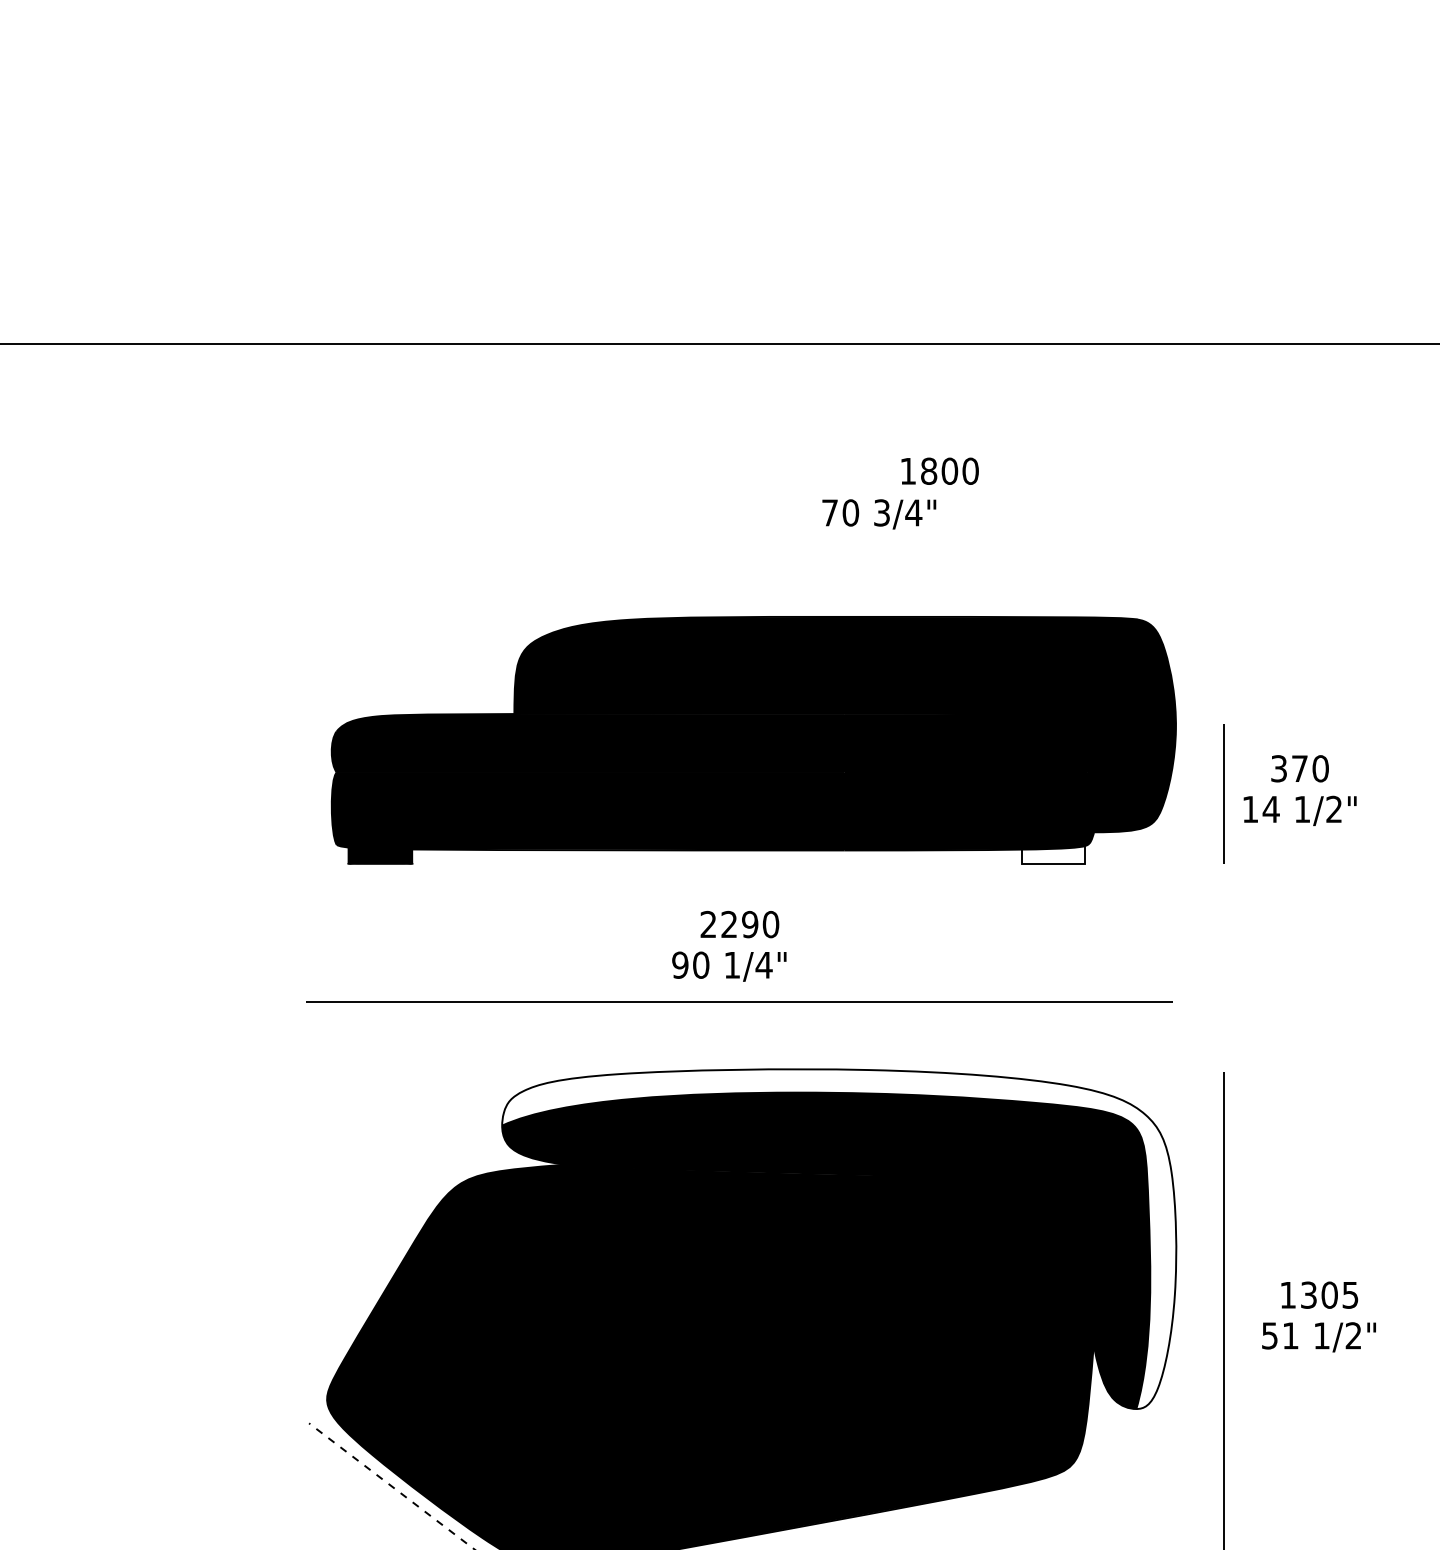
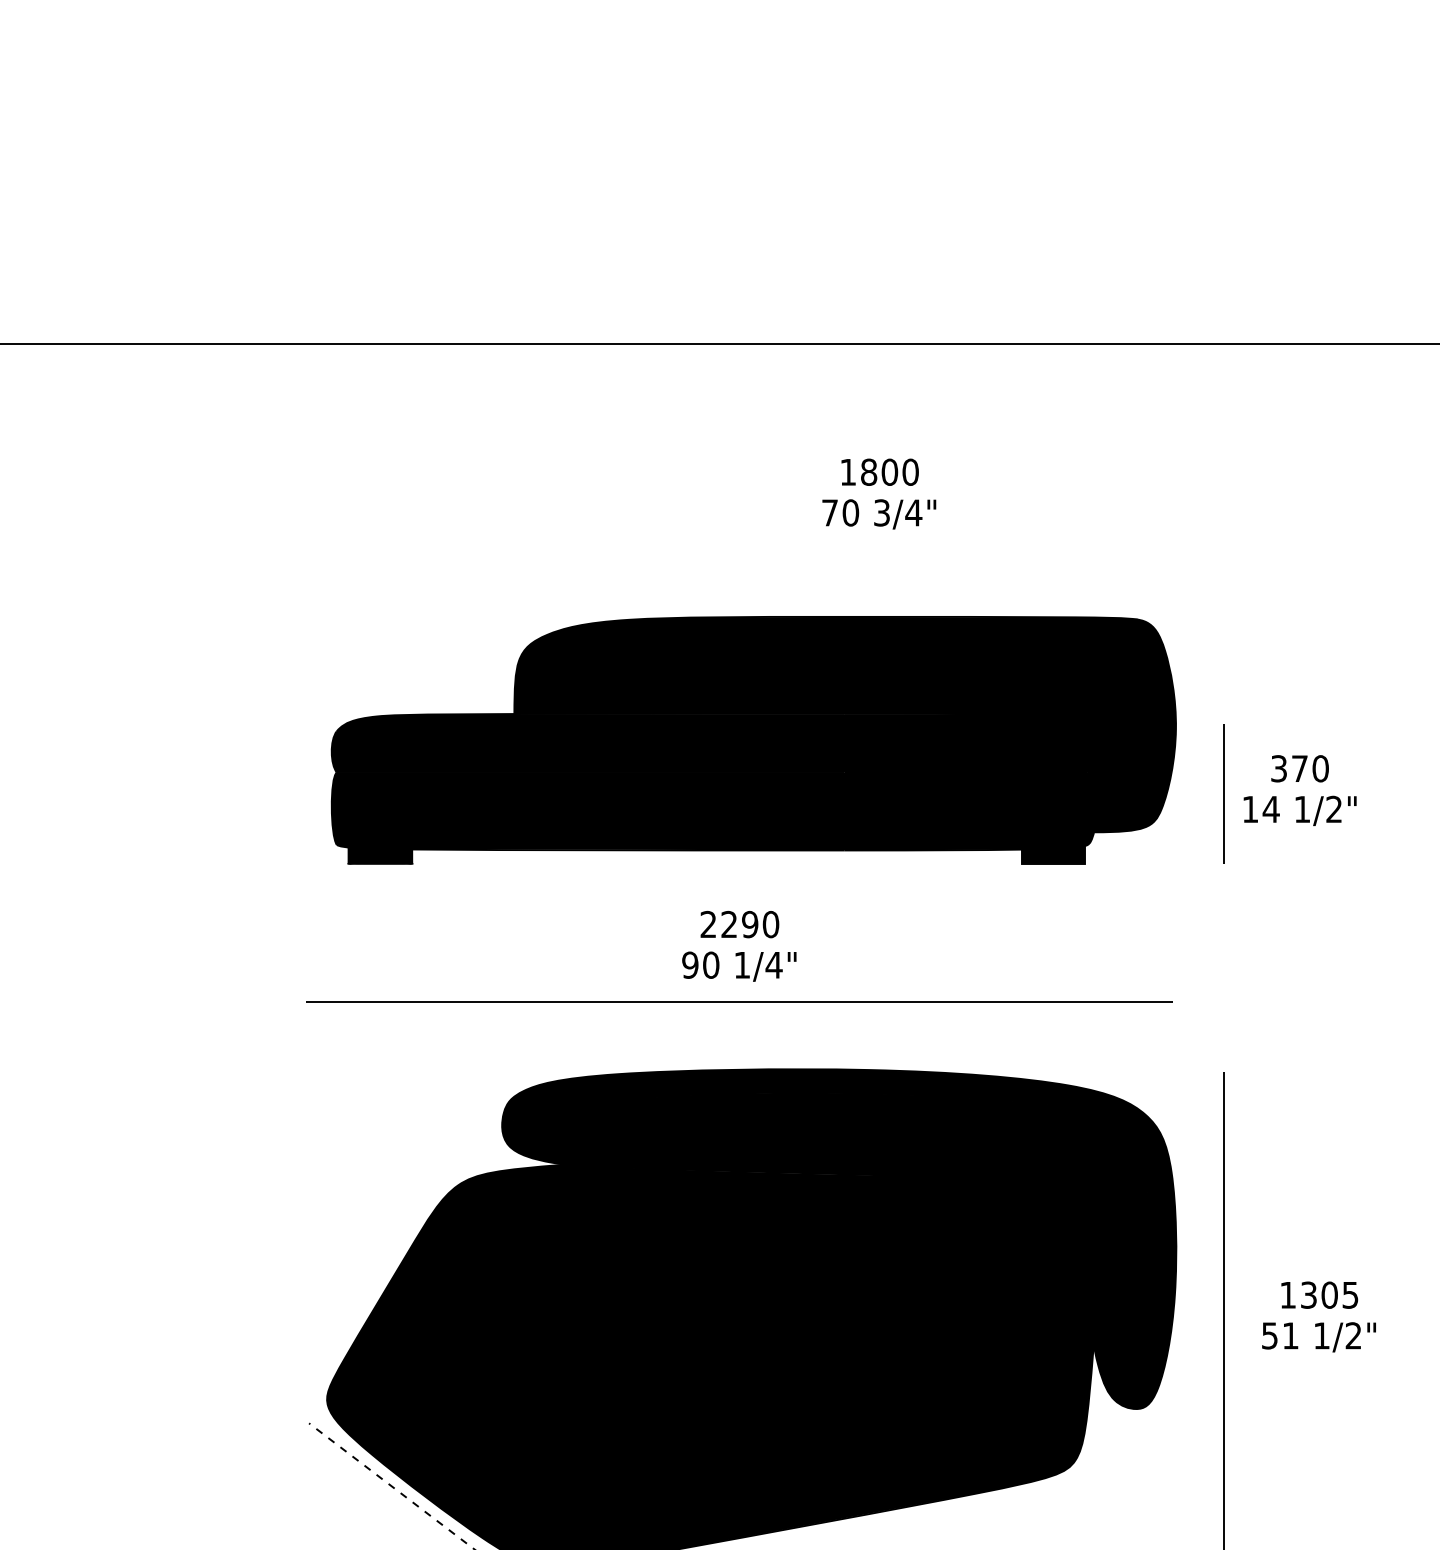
text at (939, 470) position: (939, 470) -> (879, 471)
fill at (1053, 854): none -> present
text at (729, 966) position: (729, 966) -> (739, 966)
fill at (839, 1239): none -> present
